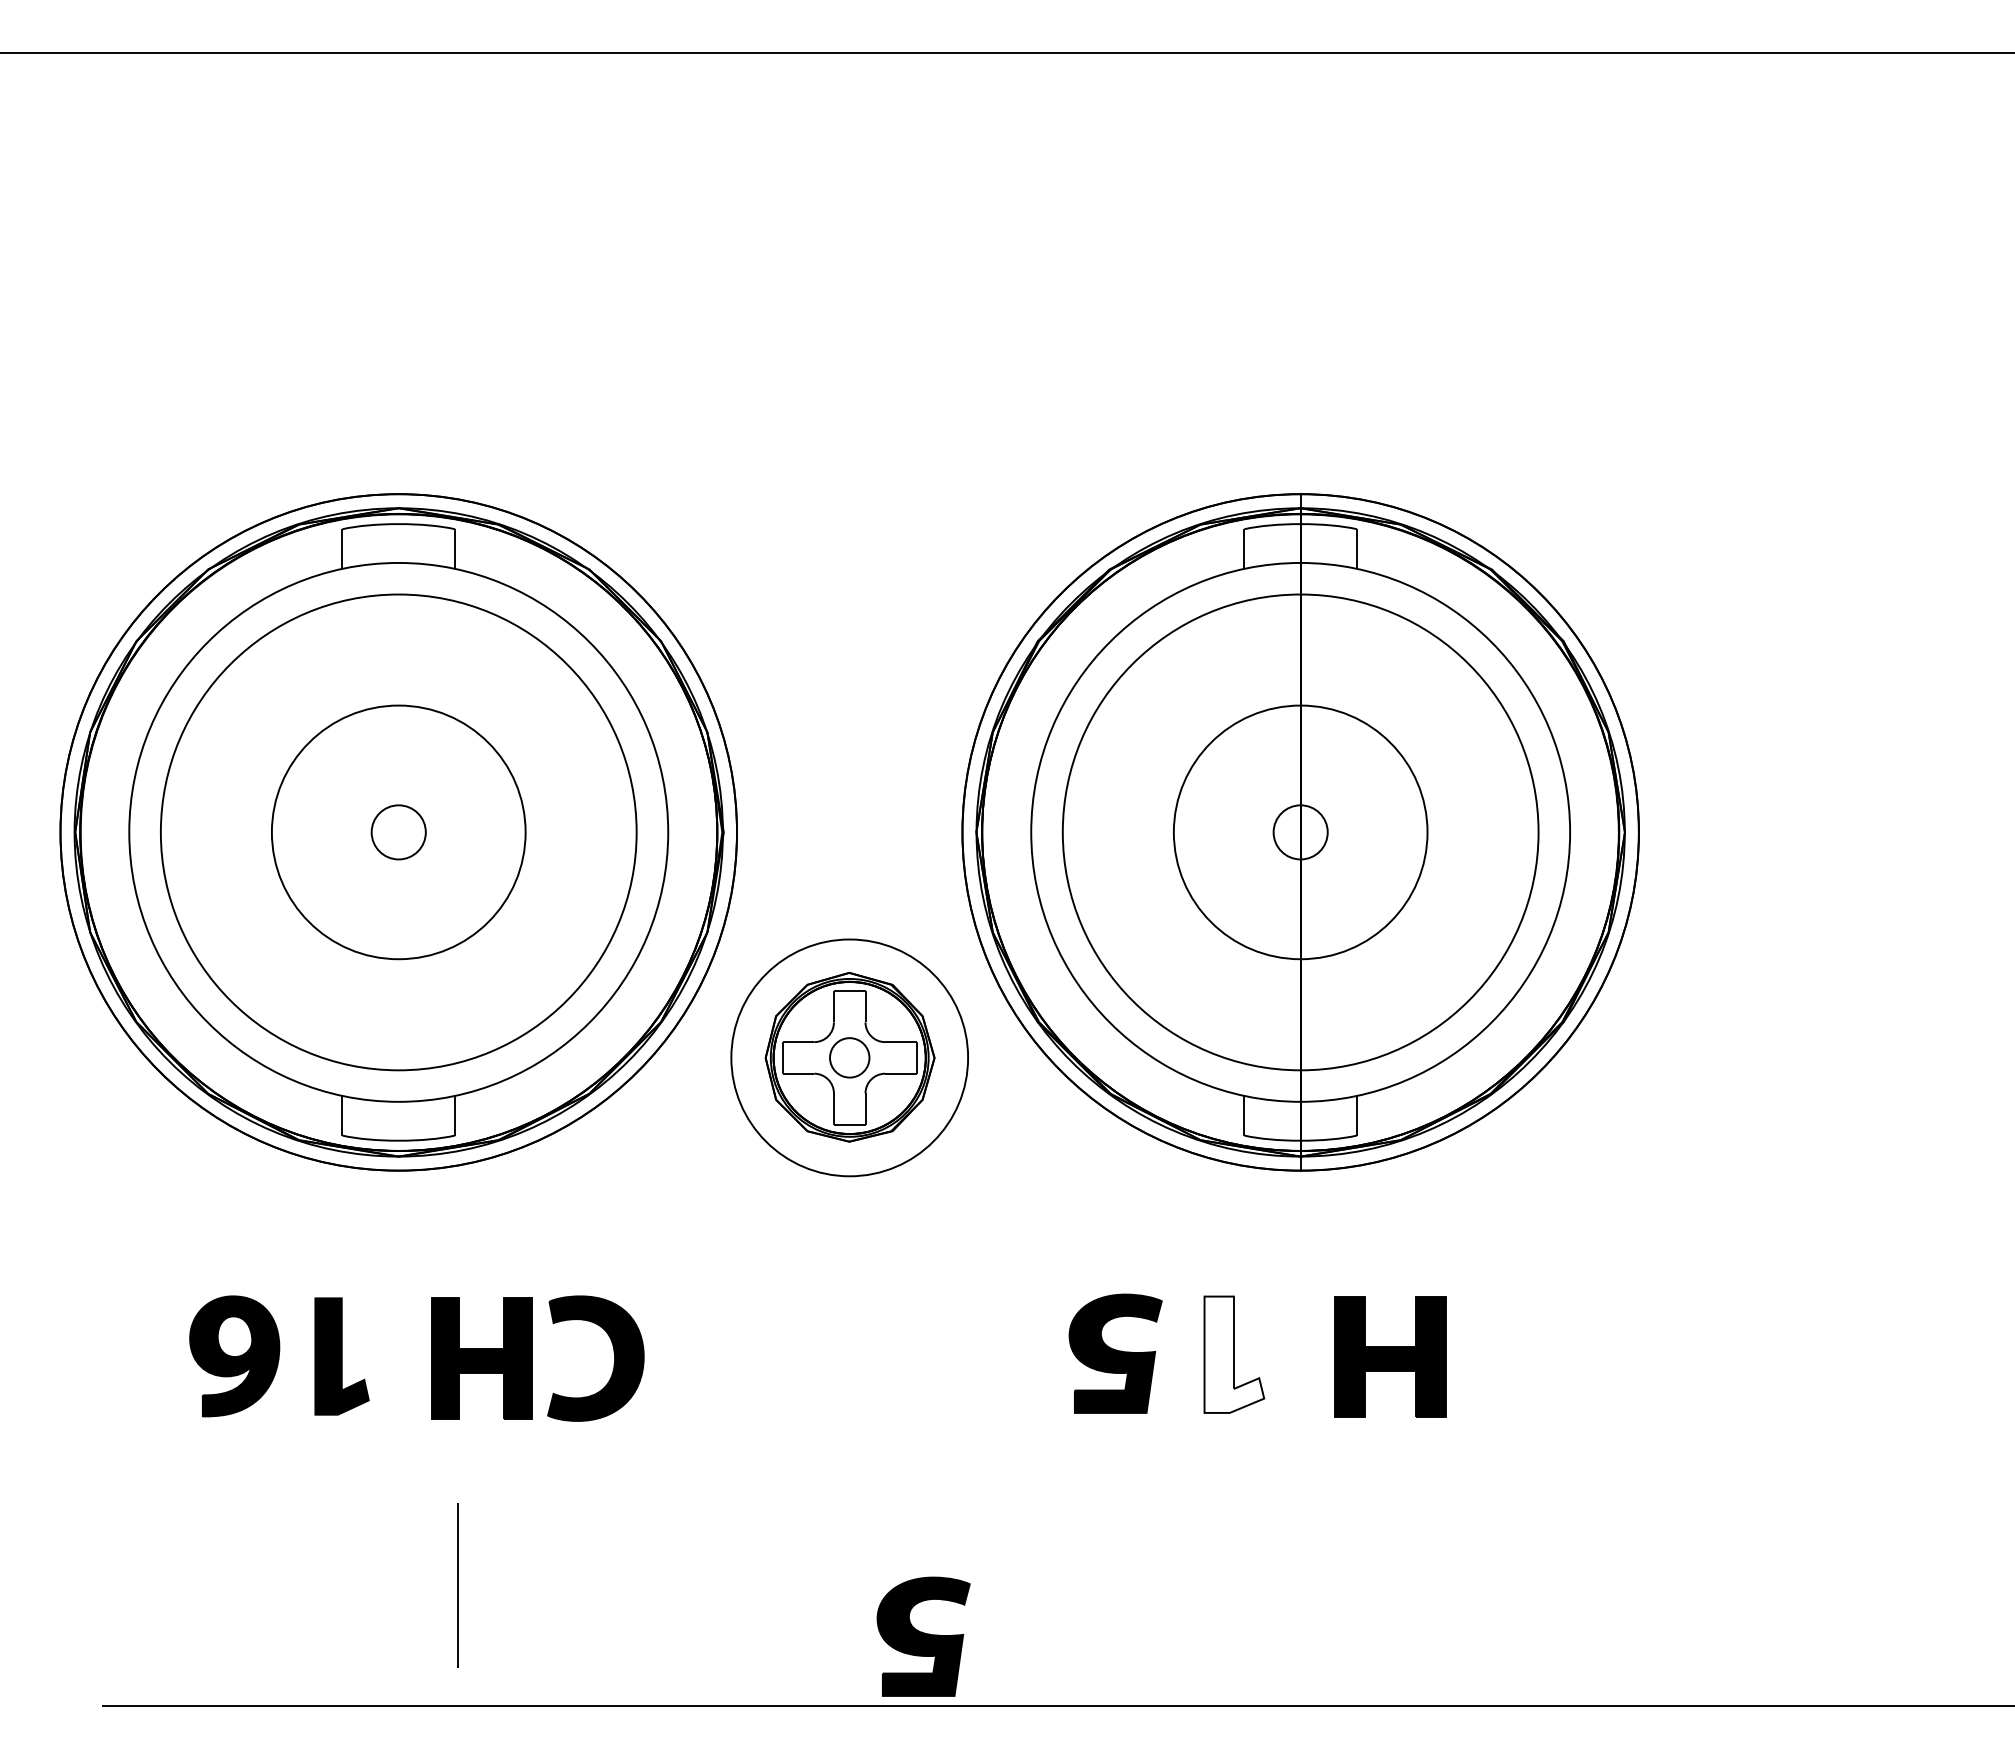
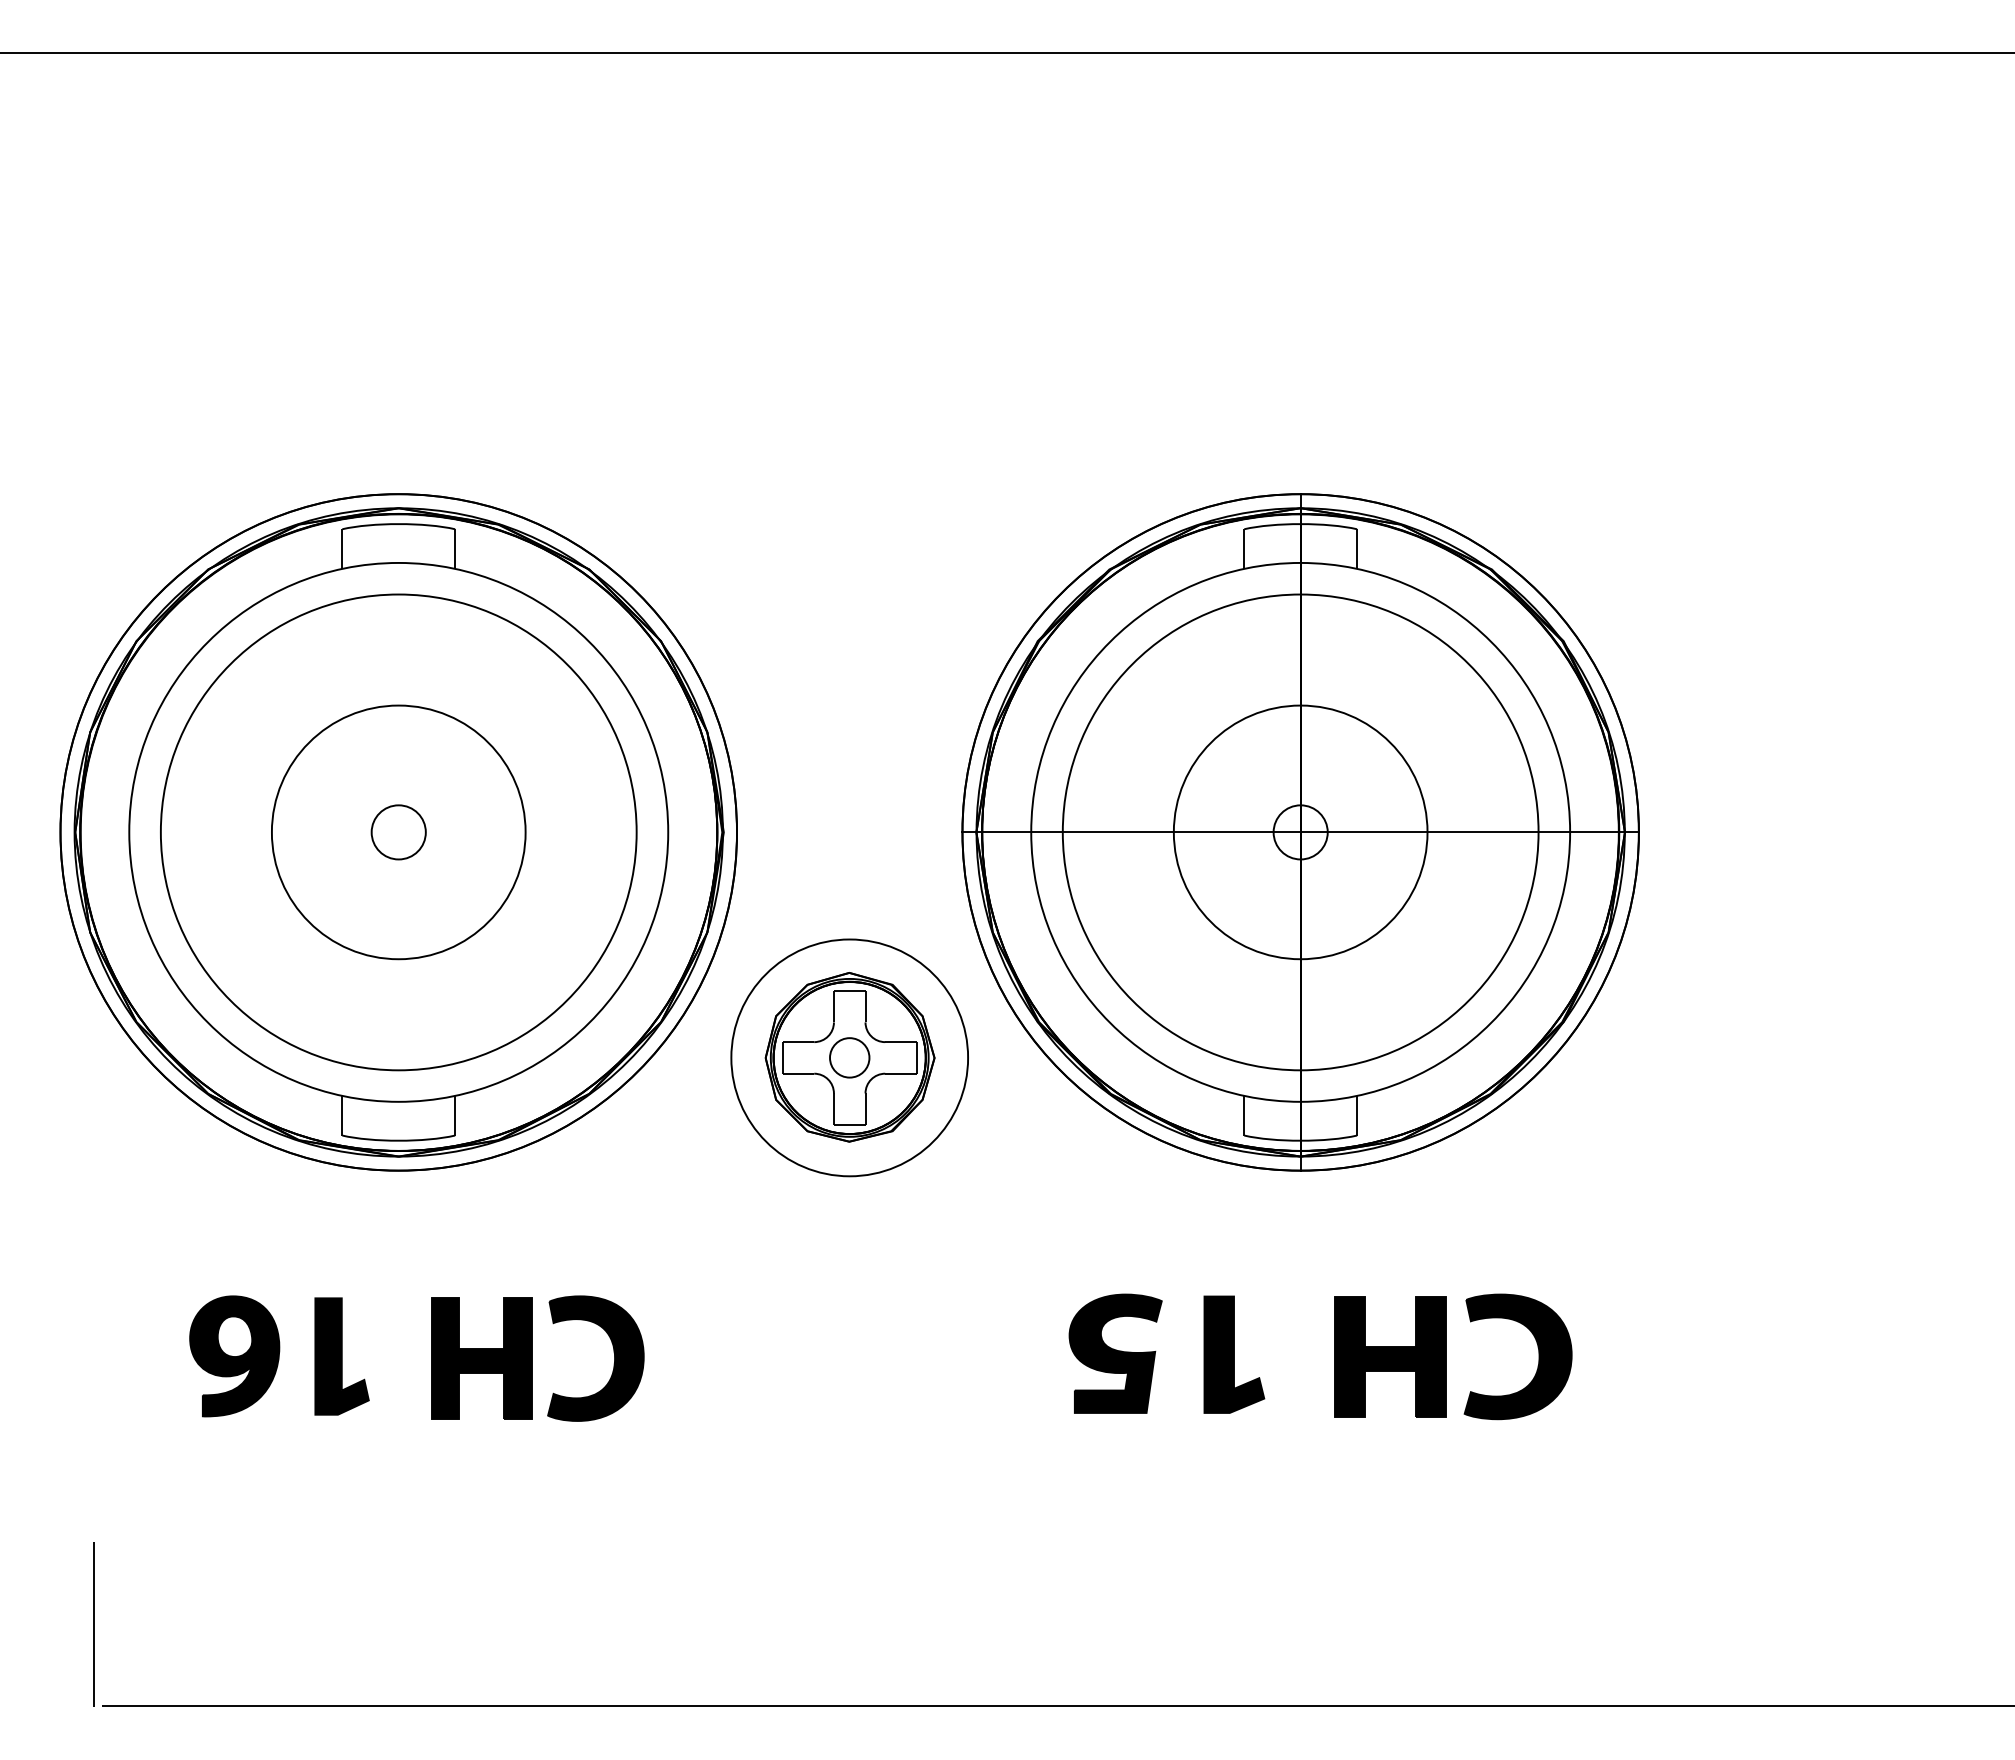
line at (1300, 832): none -> present
fill at (1234, 1354): none -> present
part at (1538, 1356): none -> present
line at (457, 1585) position: (457, 1585) -> (93, 1624)
part at (923, 1636): present -> none
